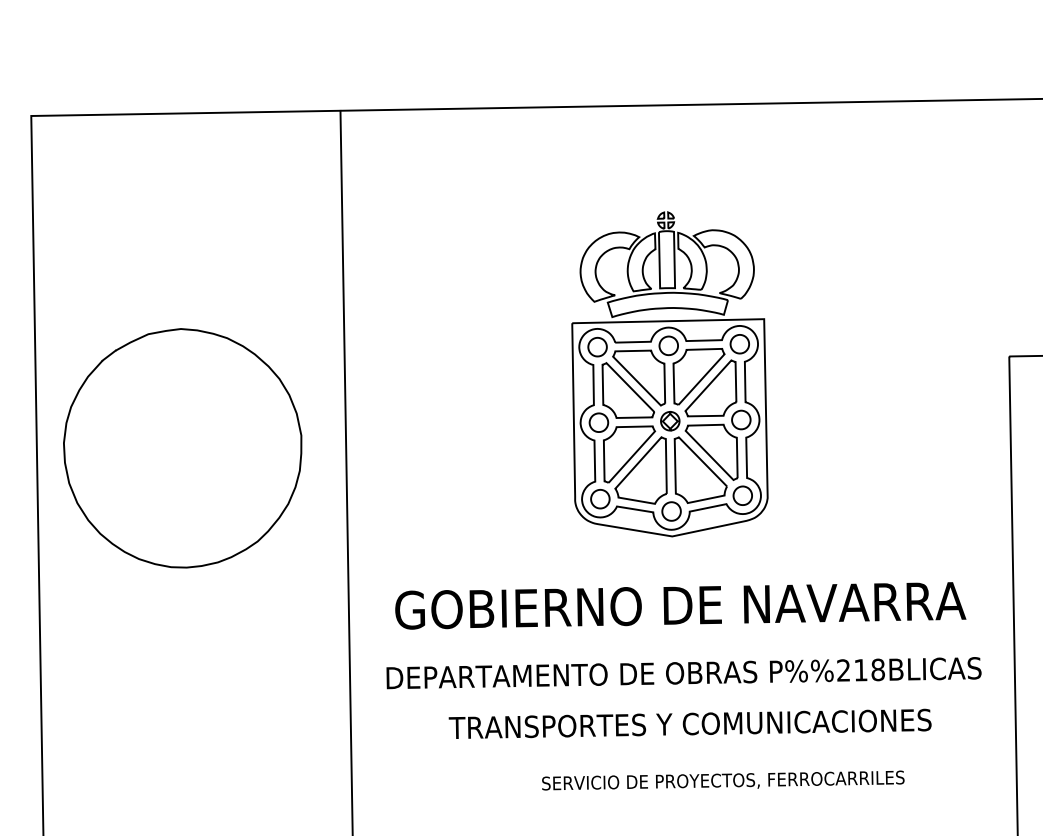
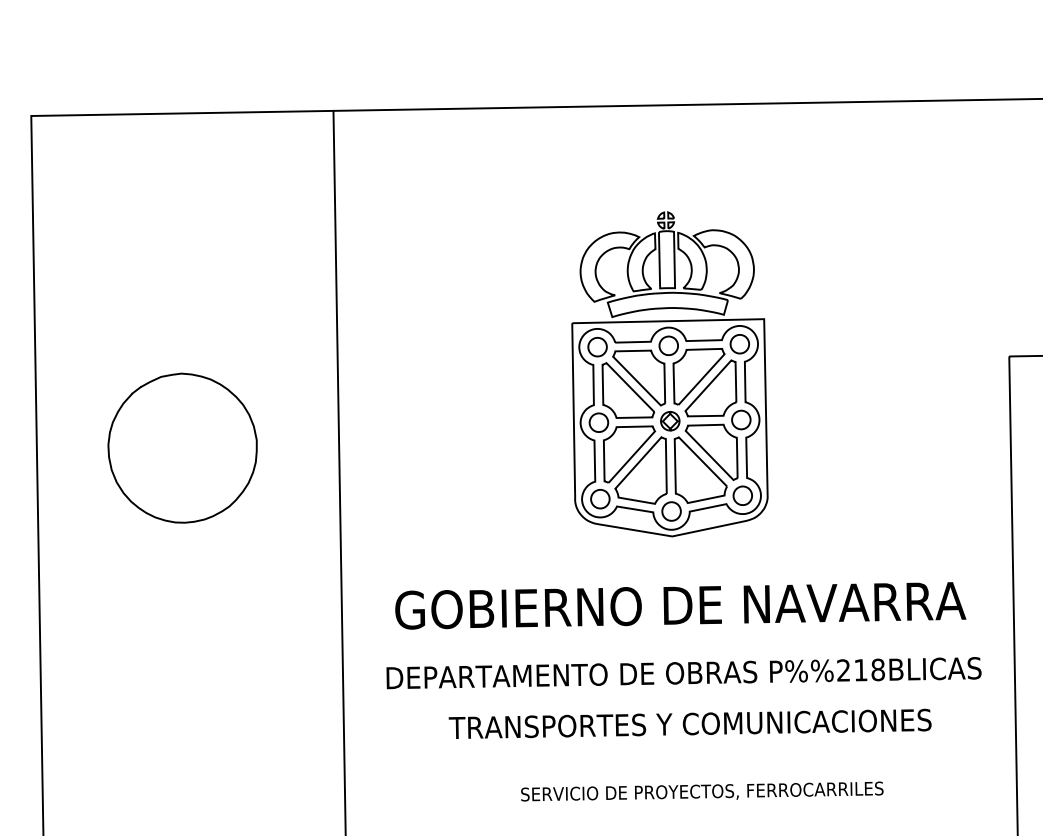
part at (182, 448) size: 240x241 px -> 151x152 px
line at (346, 471) position: (346, 471) -> (339, 471)
text at (723, 780) position: (723, 780) -> (702, 791)
